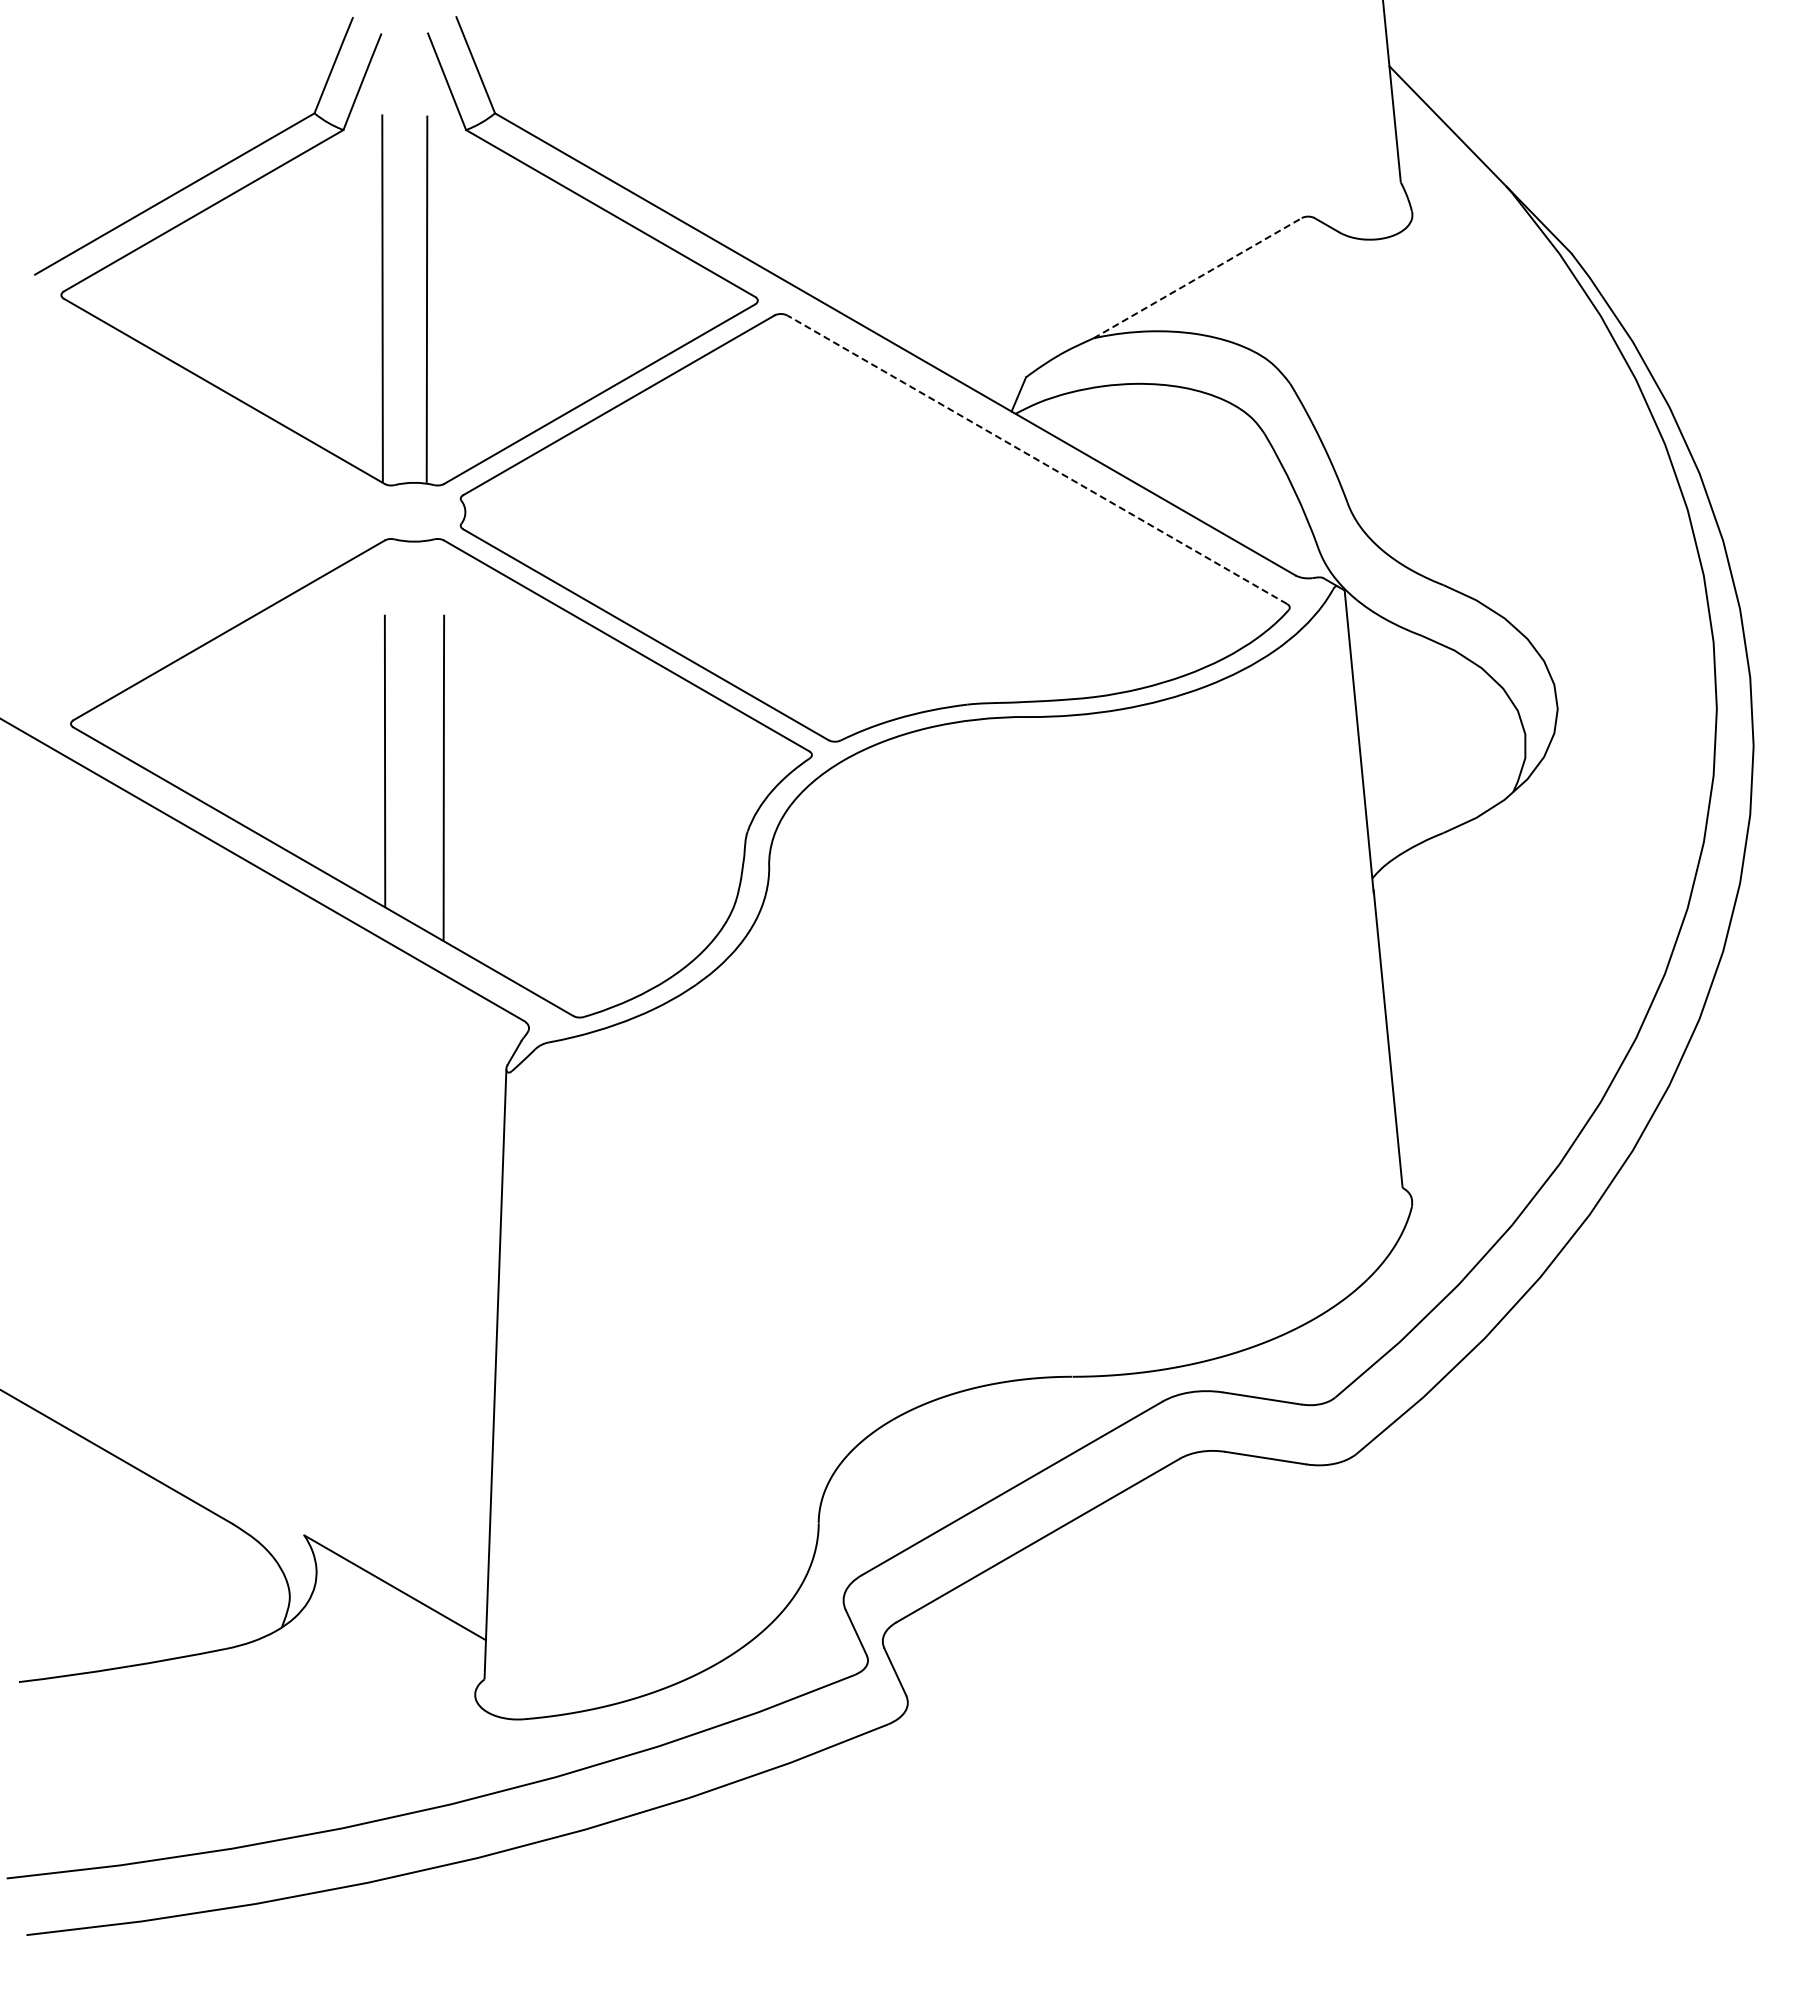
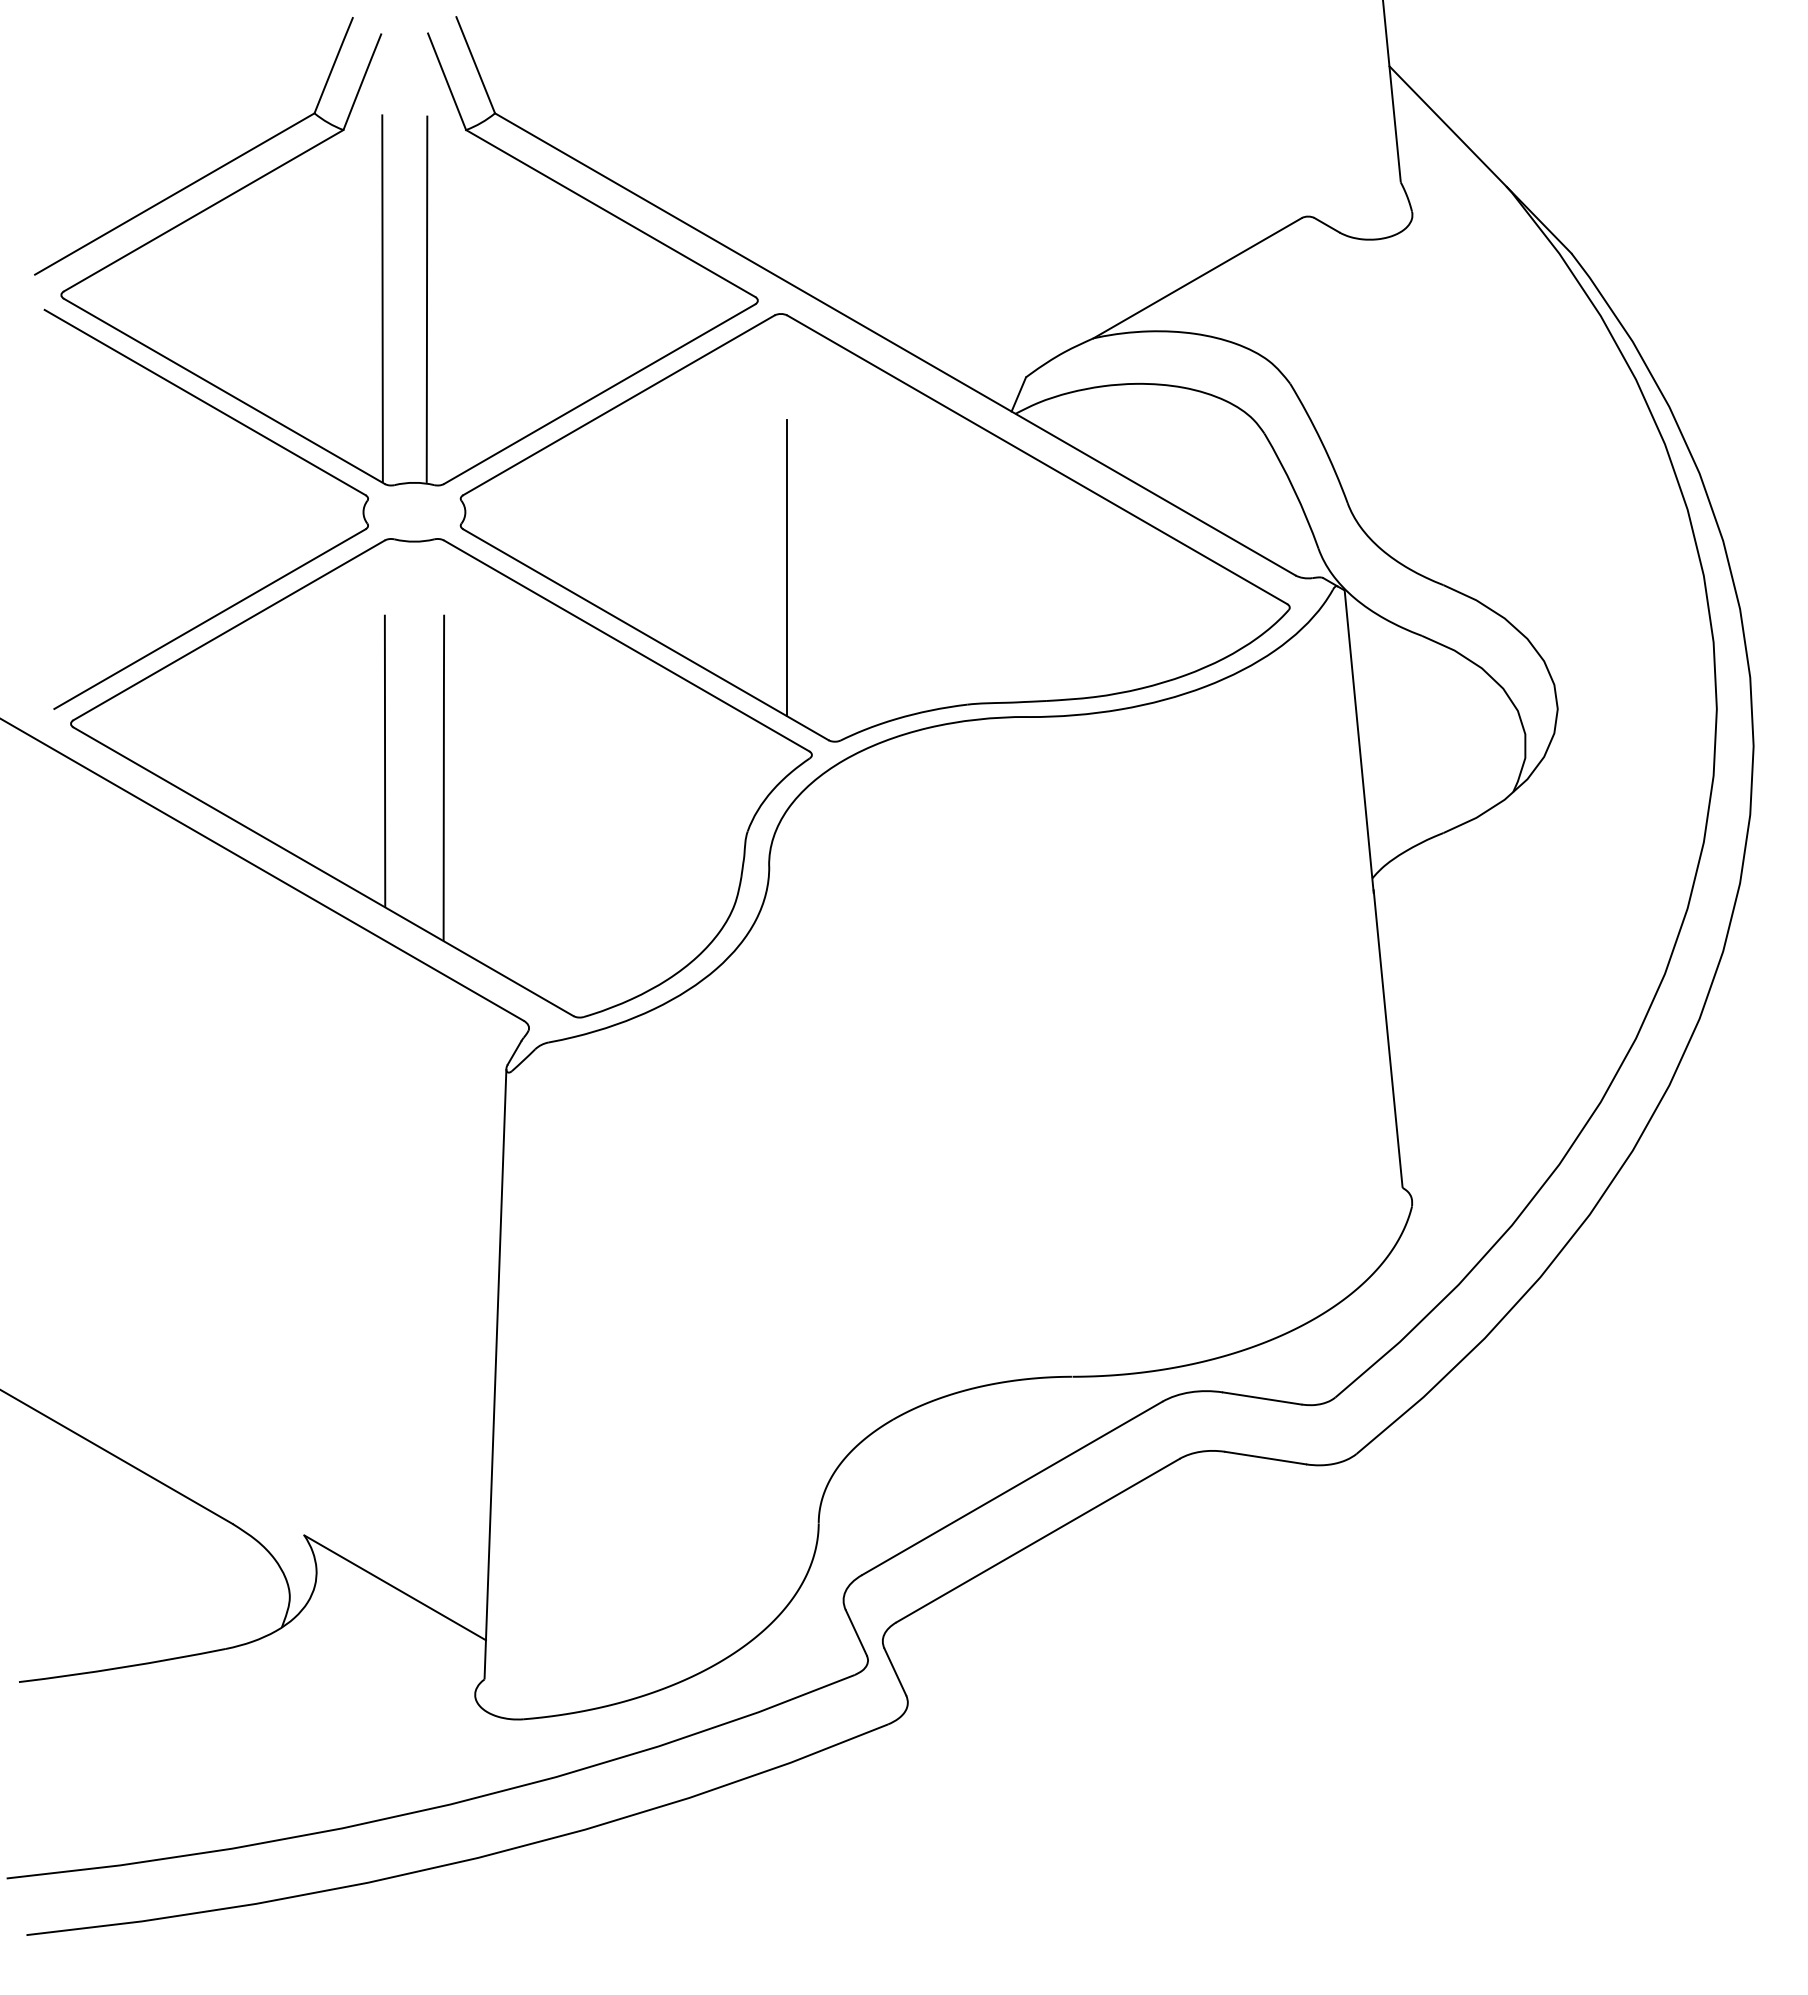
line at (1198, 277): dashed -> solid
part at (247, 428): none -> present
line at (1037, 459): dashed -> solid
line at (787, 567): none -> present
